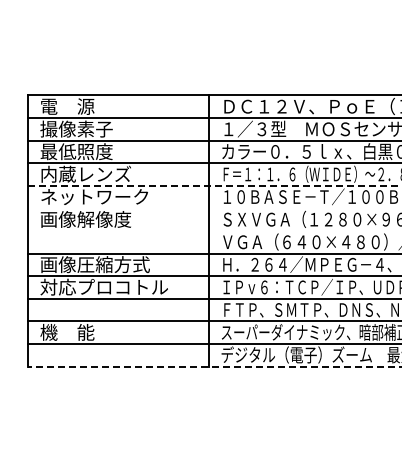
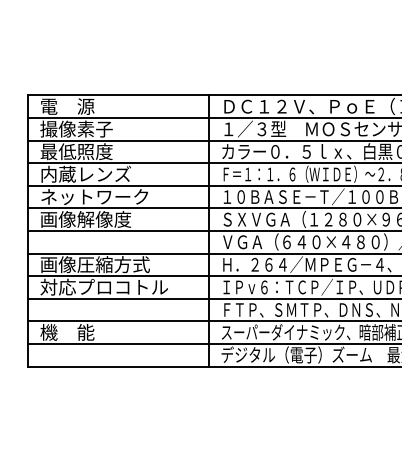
line at (215, 185): dashed -> solid
line at (213, 208): none -> present
line at (213, 230): none -> present
line at (214, 366): dashed -> solid
